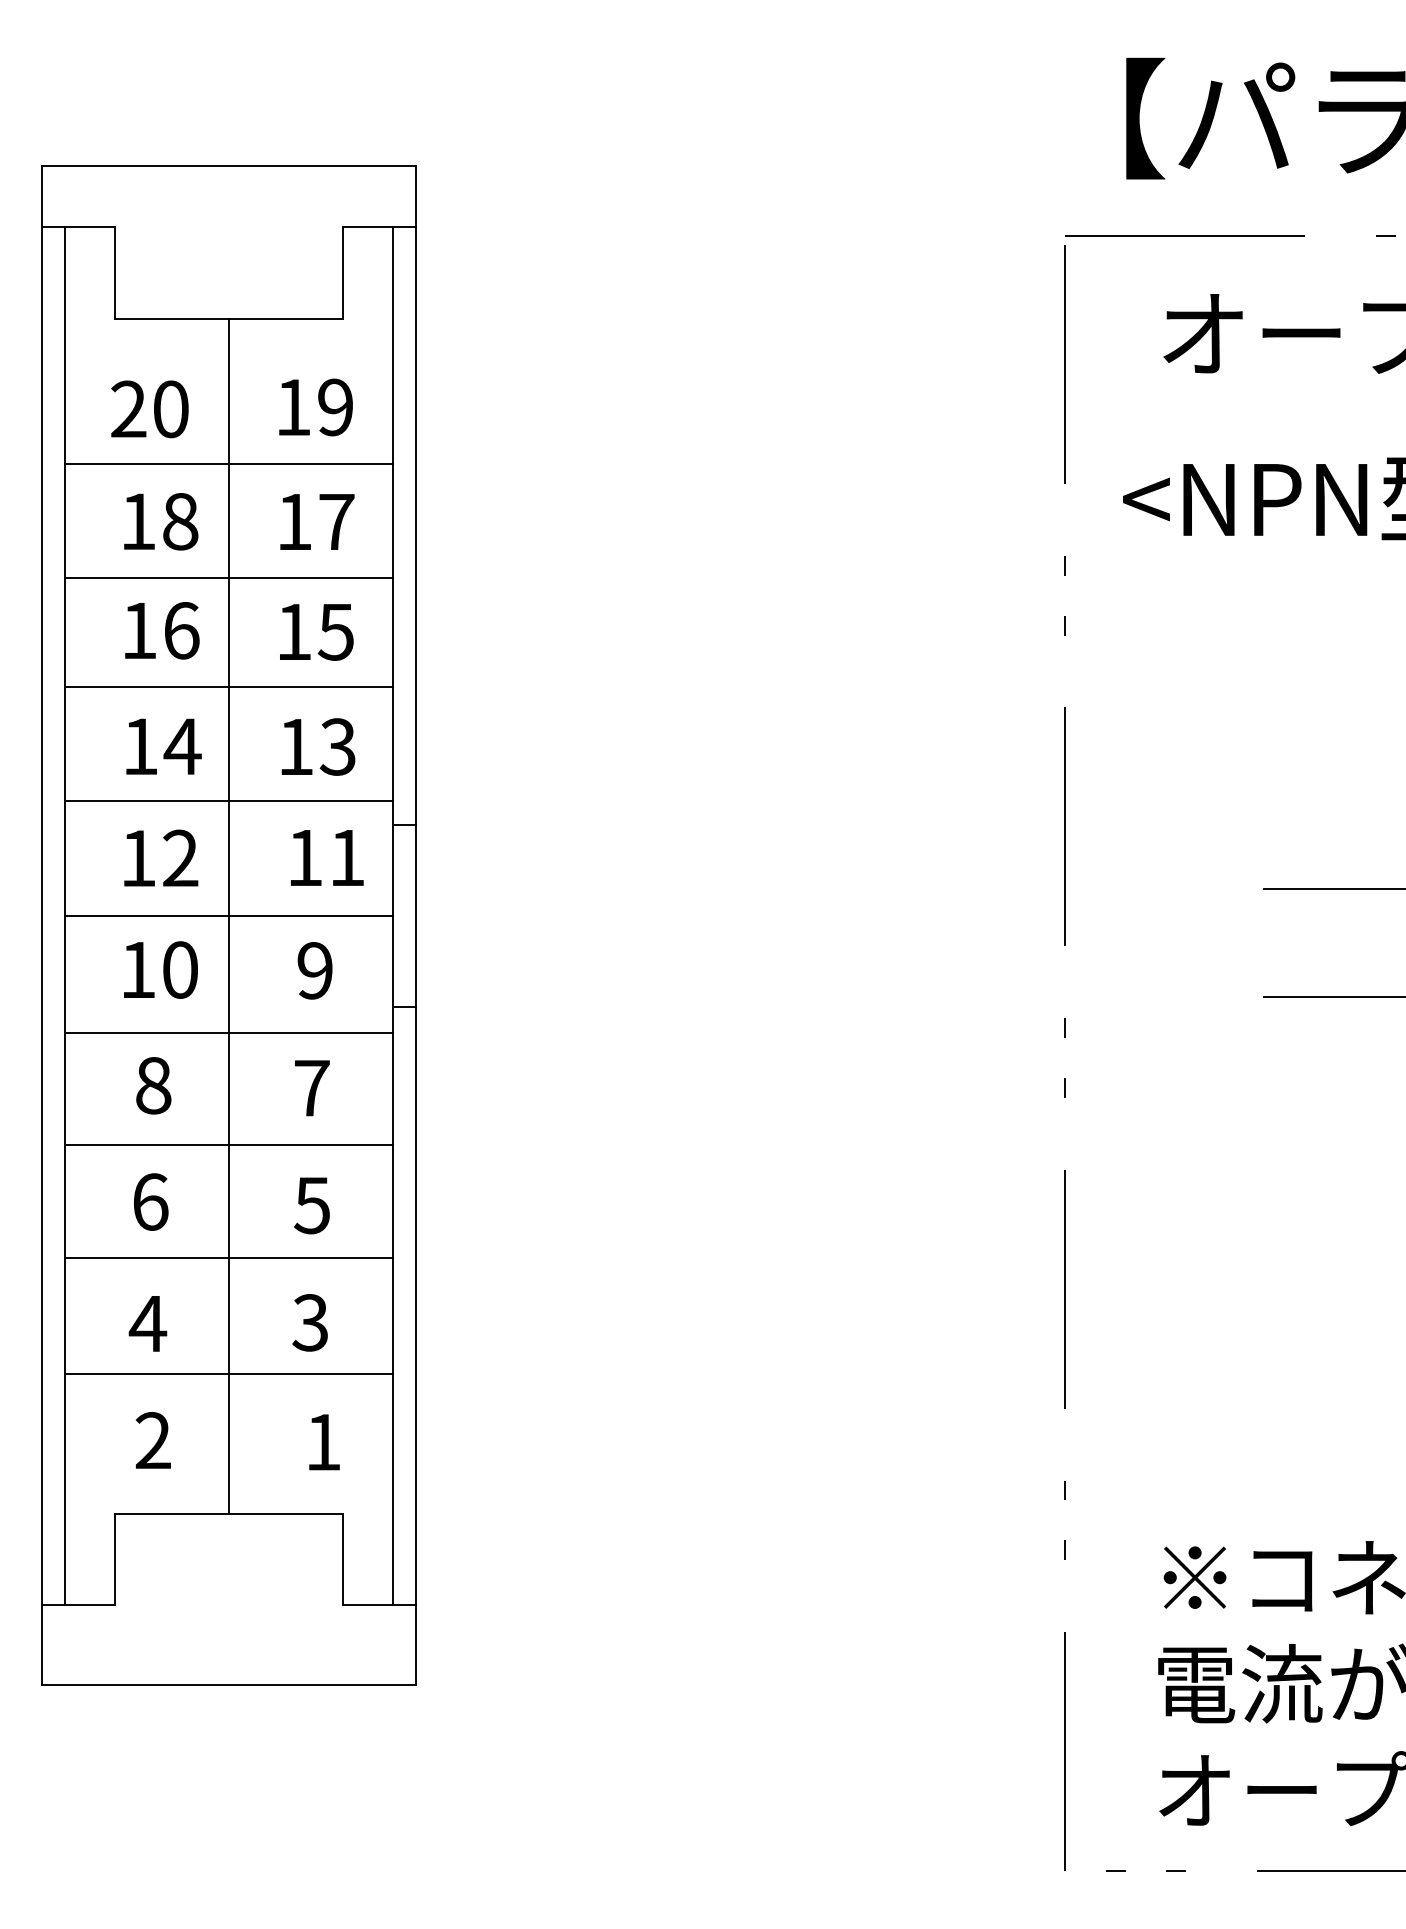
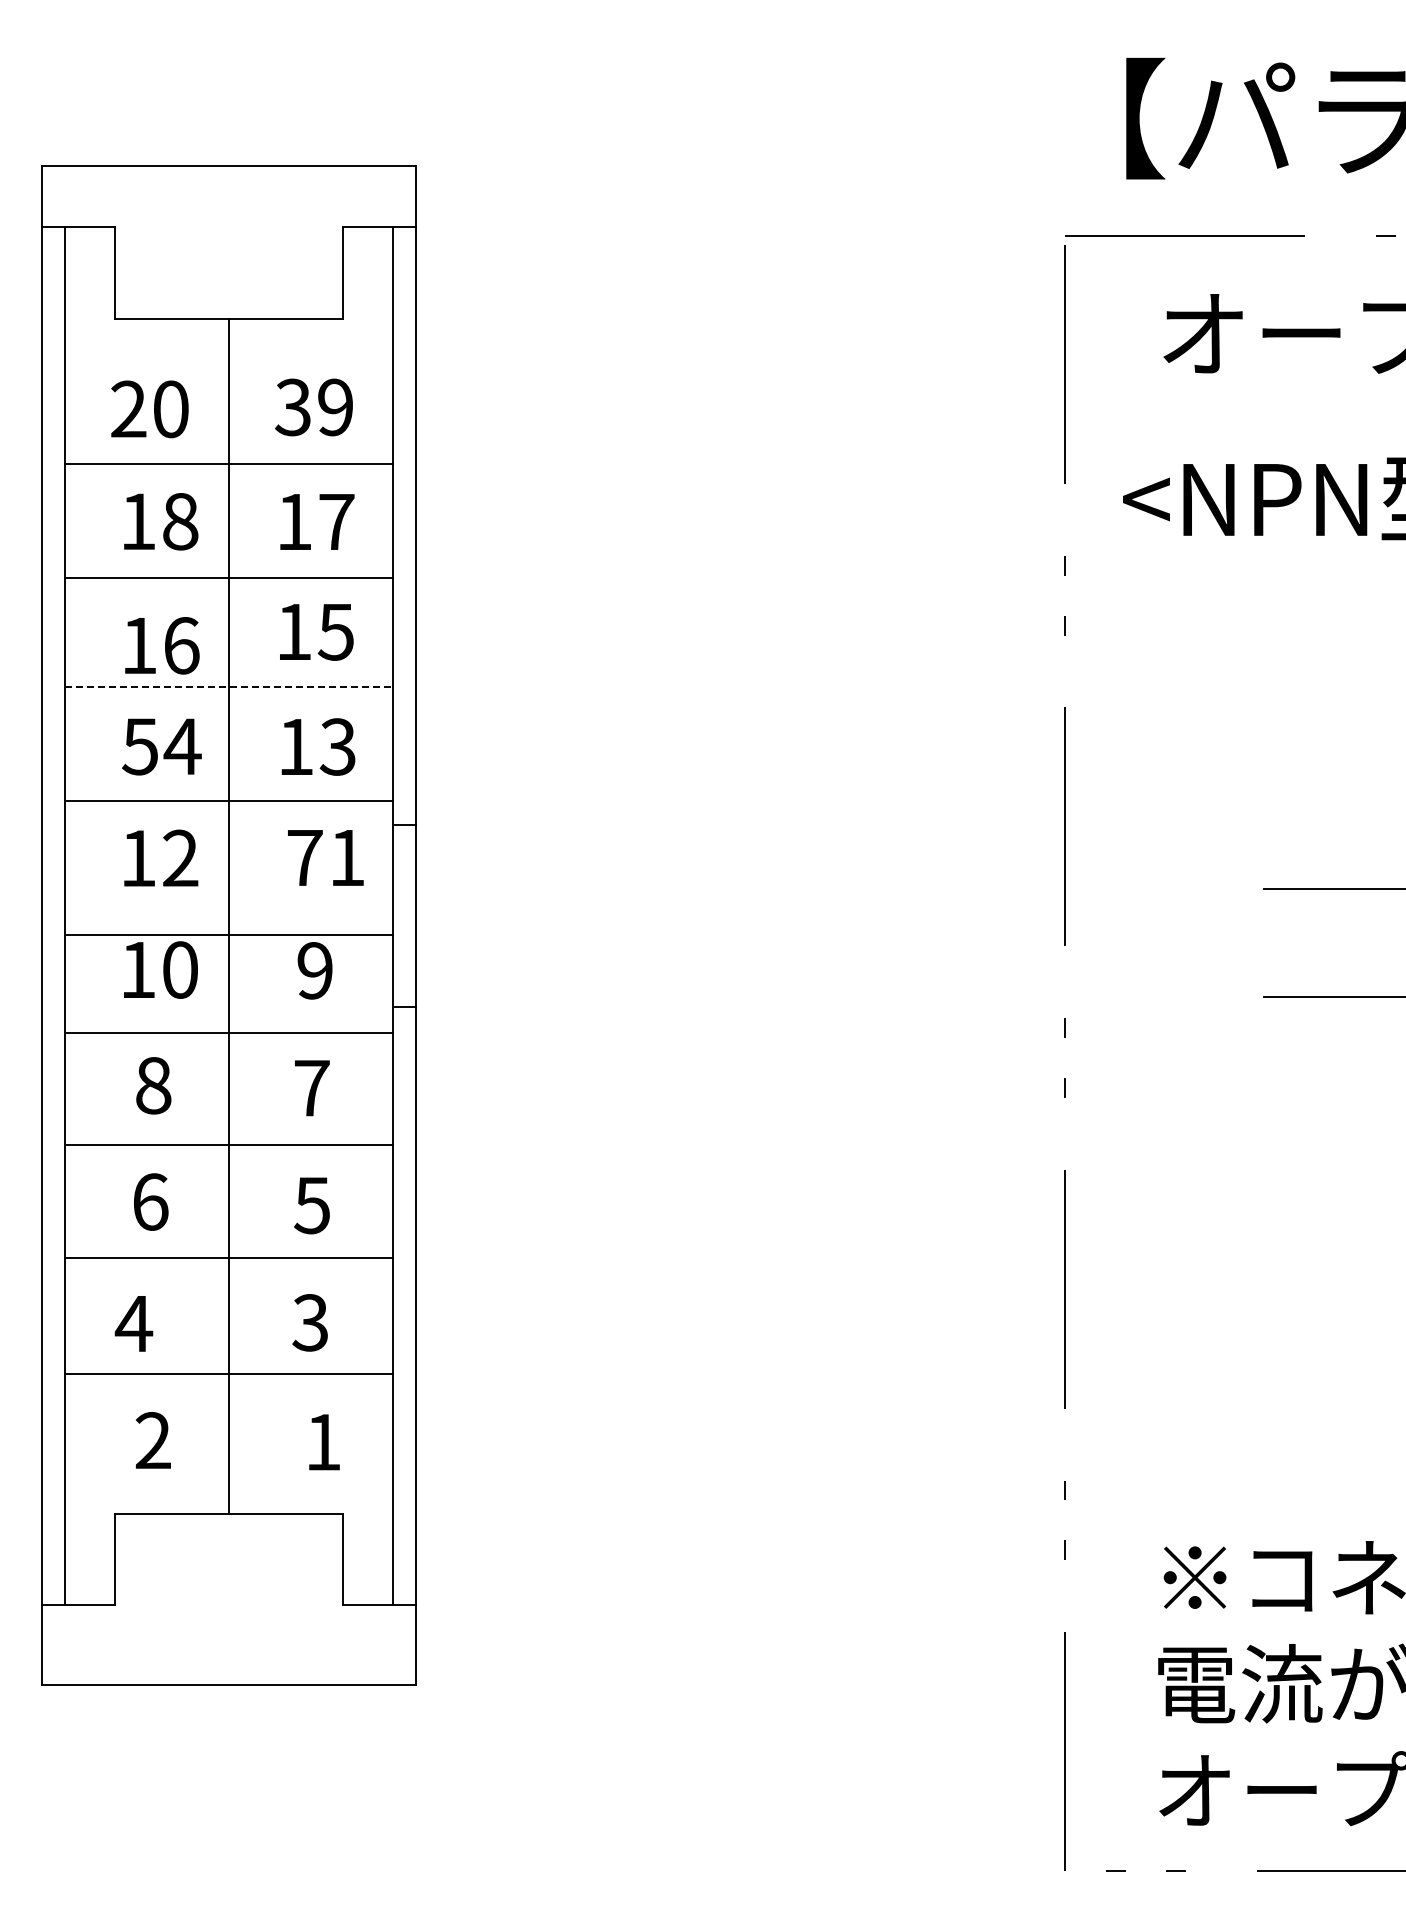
text at (292, 407): 19 -> 39
text at (162, 630) position: (162, 630) -> (162, 645)
line at (229, 686): solid -> dashed
text at (139, 746): 14 -> 54
text at (305, 857): 11 -> 71
line at (229, 916) position: (229, 916) -> (229, 935)
text at (147, 1323) position: (147, 1323) -> (133, 1323)
